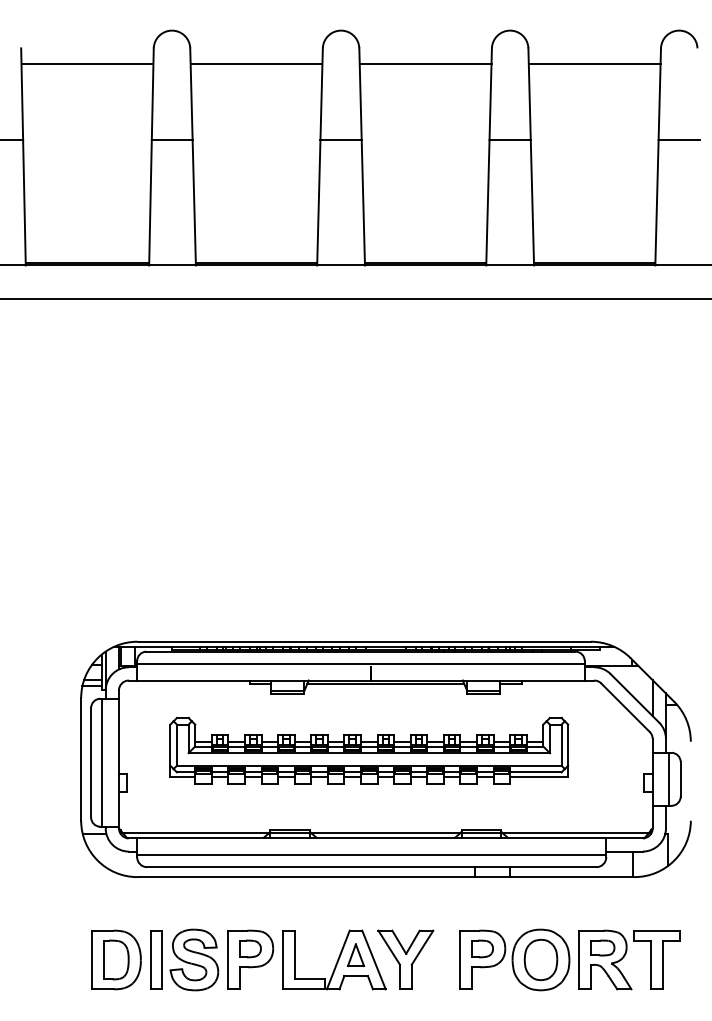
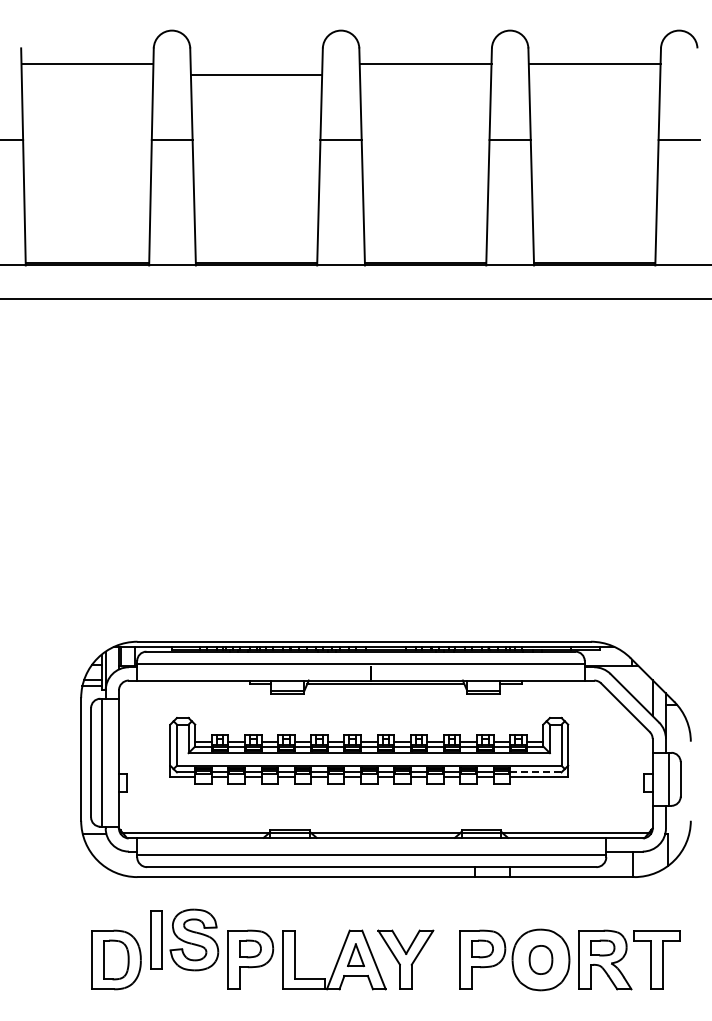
line at (256, 64) position: (256, 64) -> (256, 75)
line at (535, 772): solid -> dashed
part at (184, 959) position: (184, 959) -> (184, 939)
part at (540, 959) size: 36x44 px -> 26x30 px
